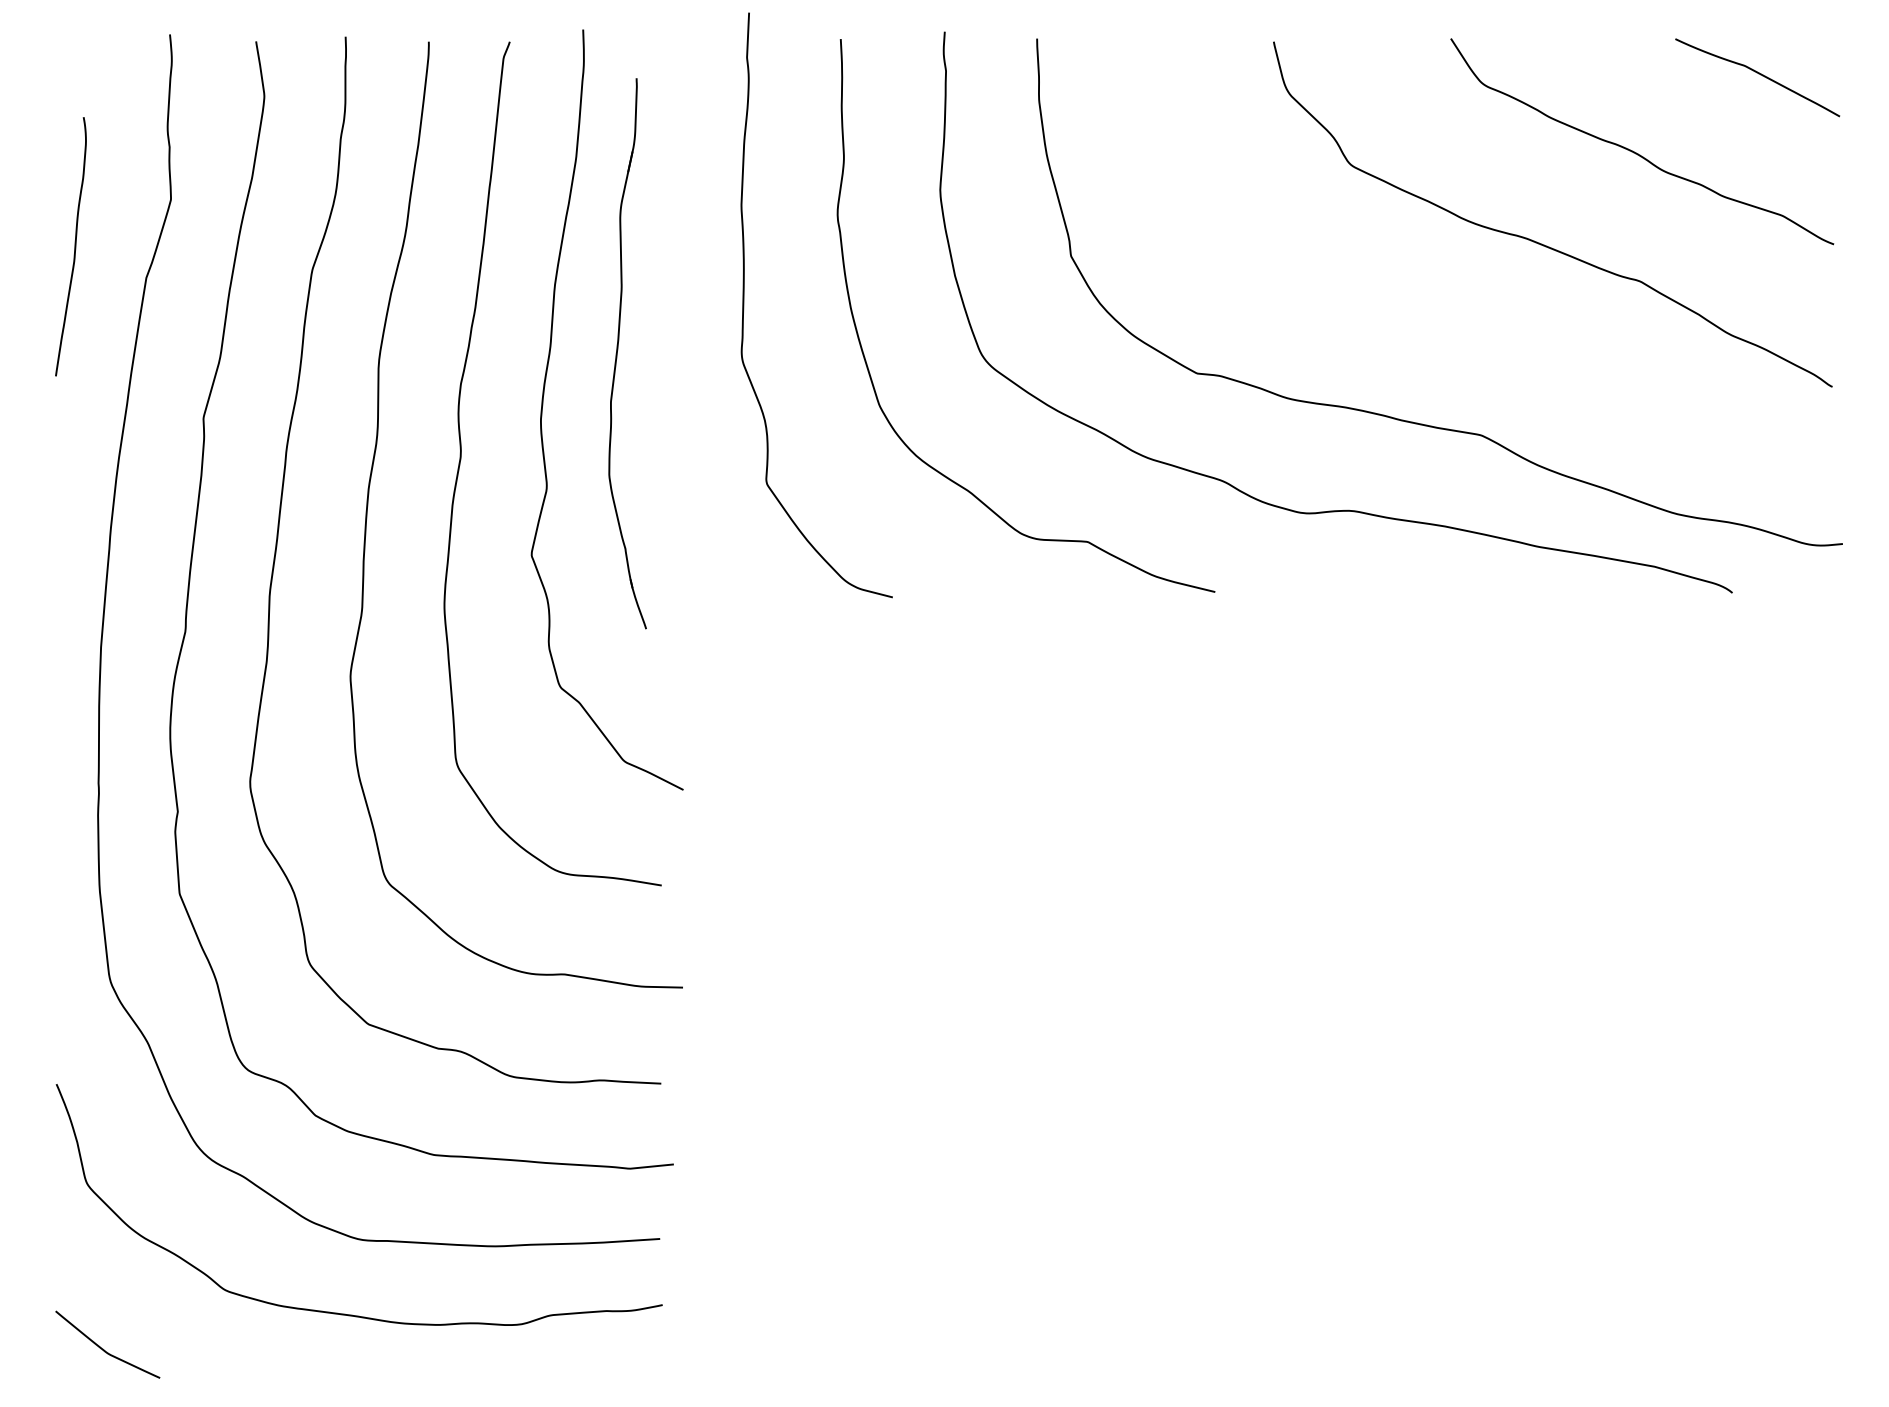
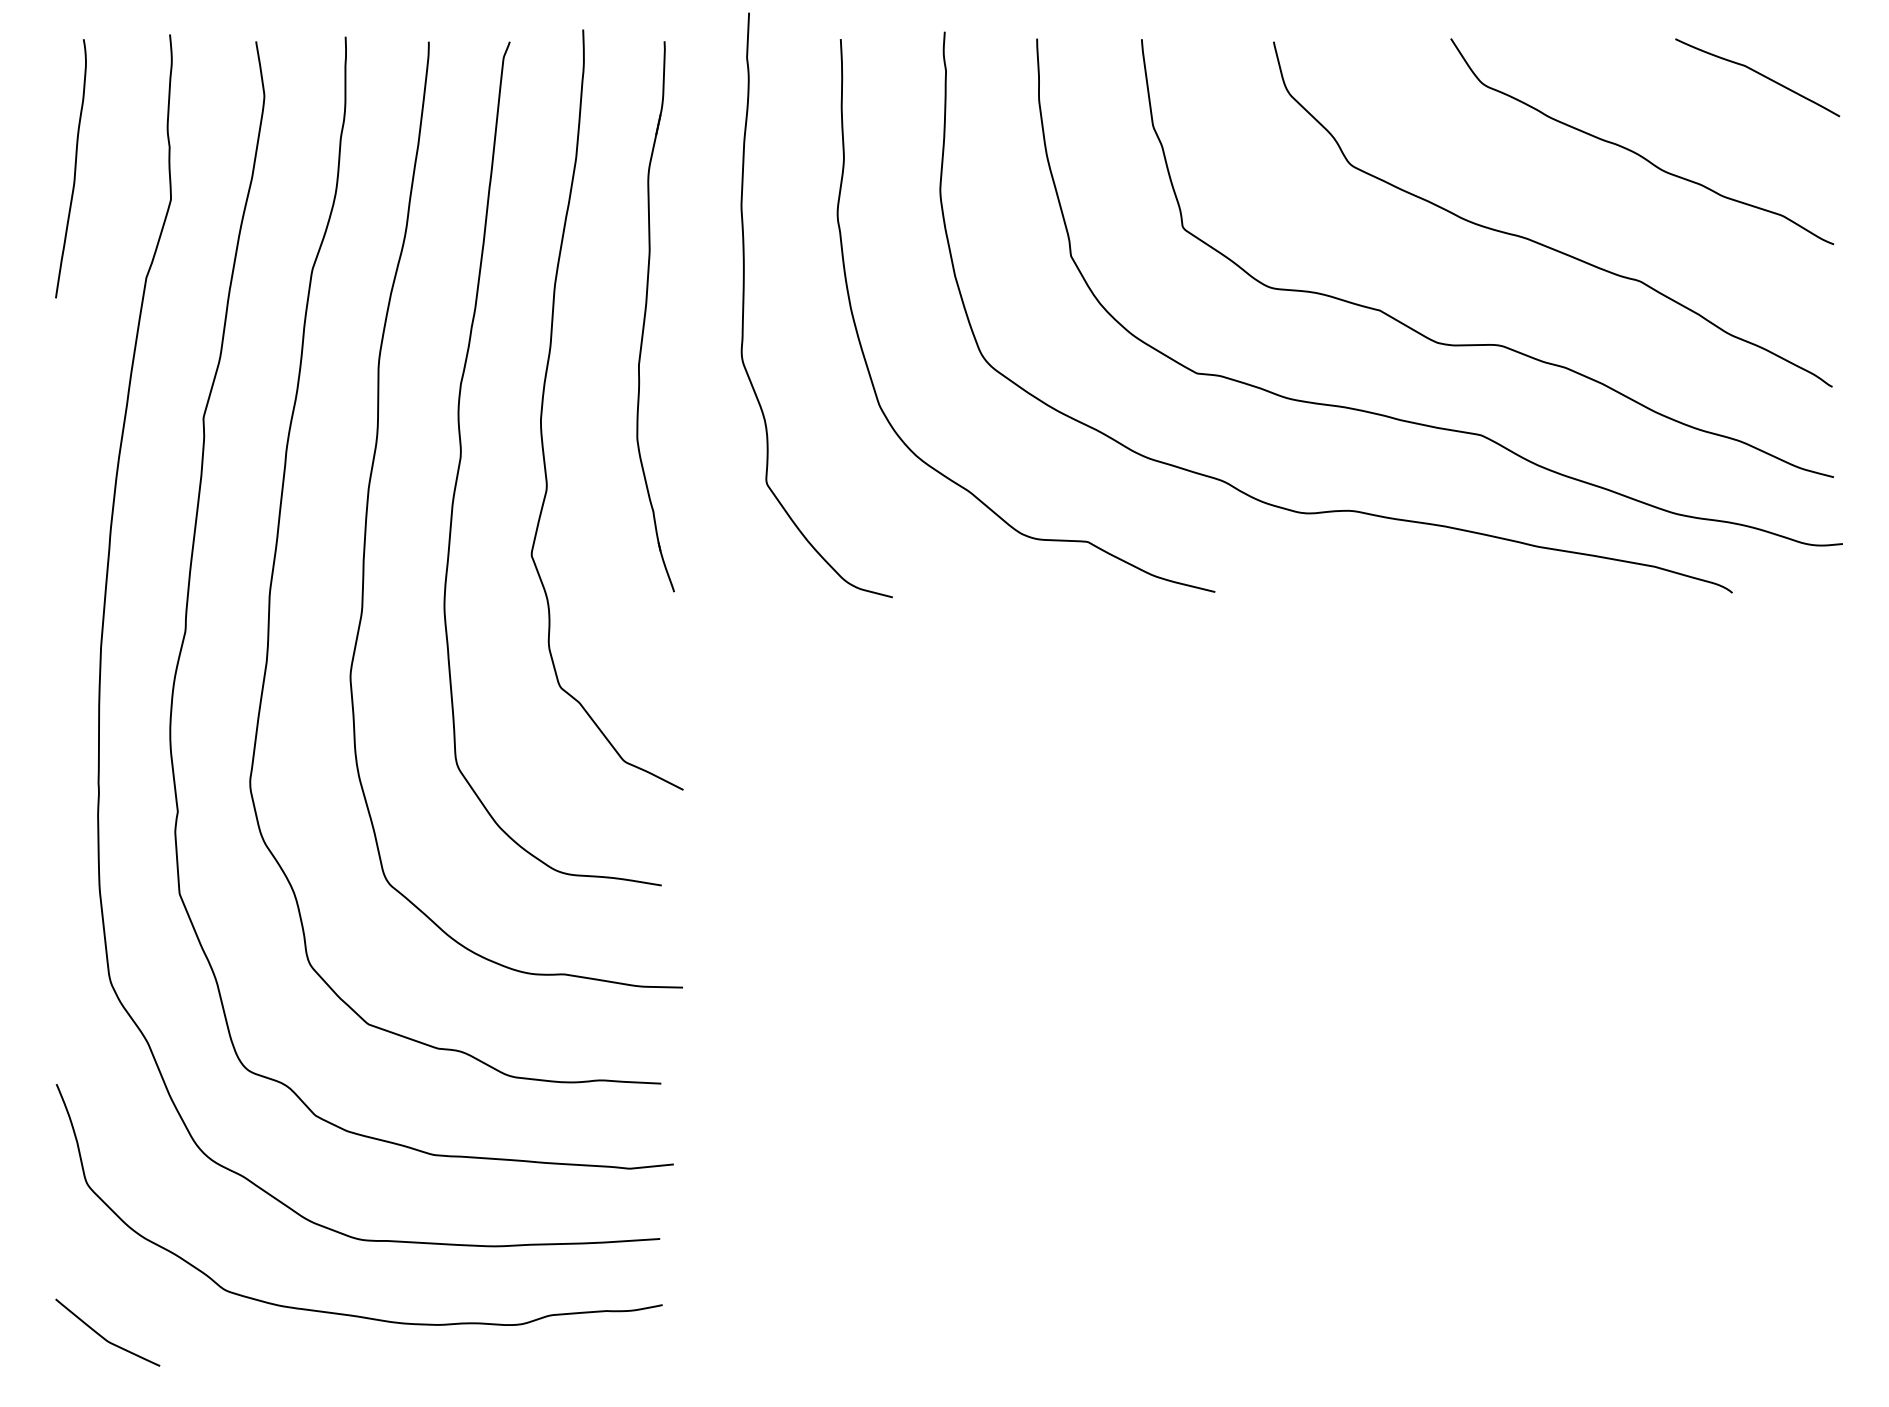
curve at (74, 246) position: (74, 246) -> (74, 168)
curve at (1487, 344): none -> present
part at (618, 350) position: (618, 350) -> (646, 313)
curve at (103, 1348) position: (103, 1348) -> (103, 1336)
